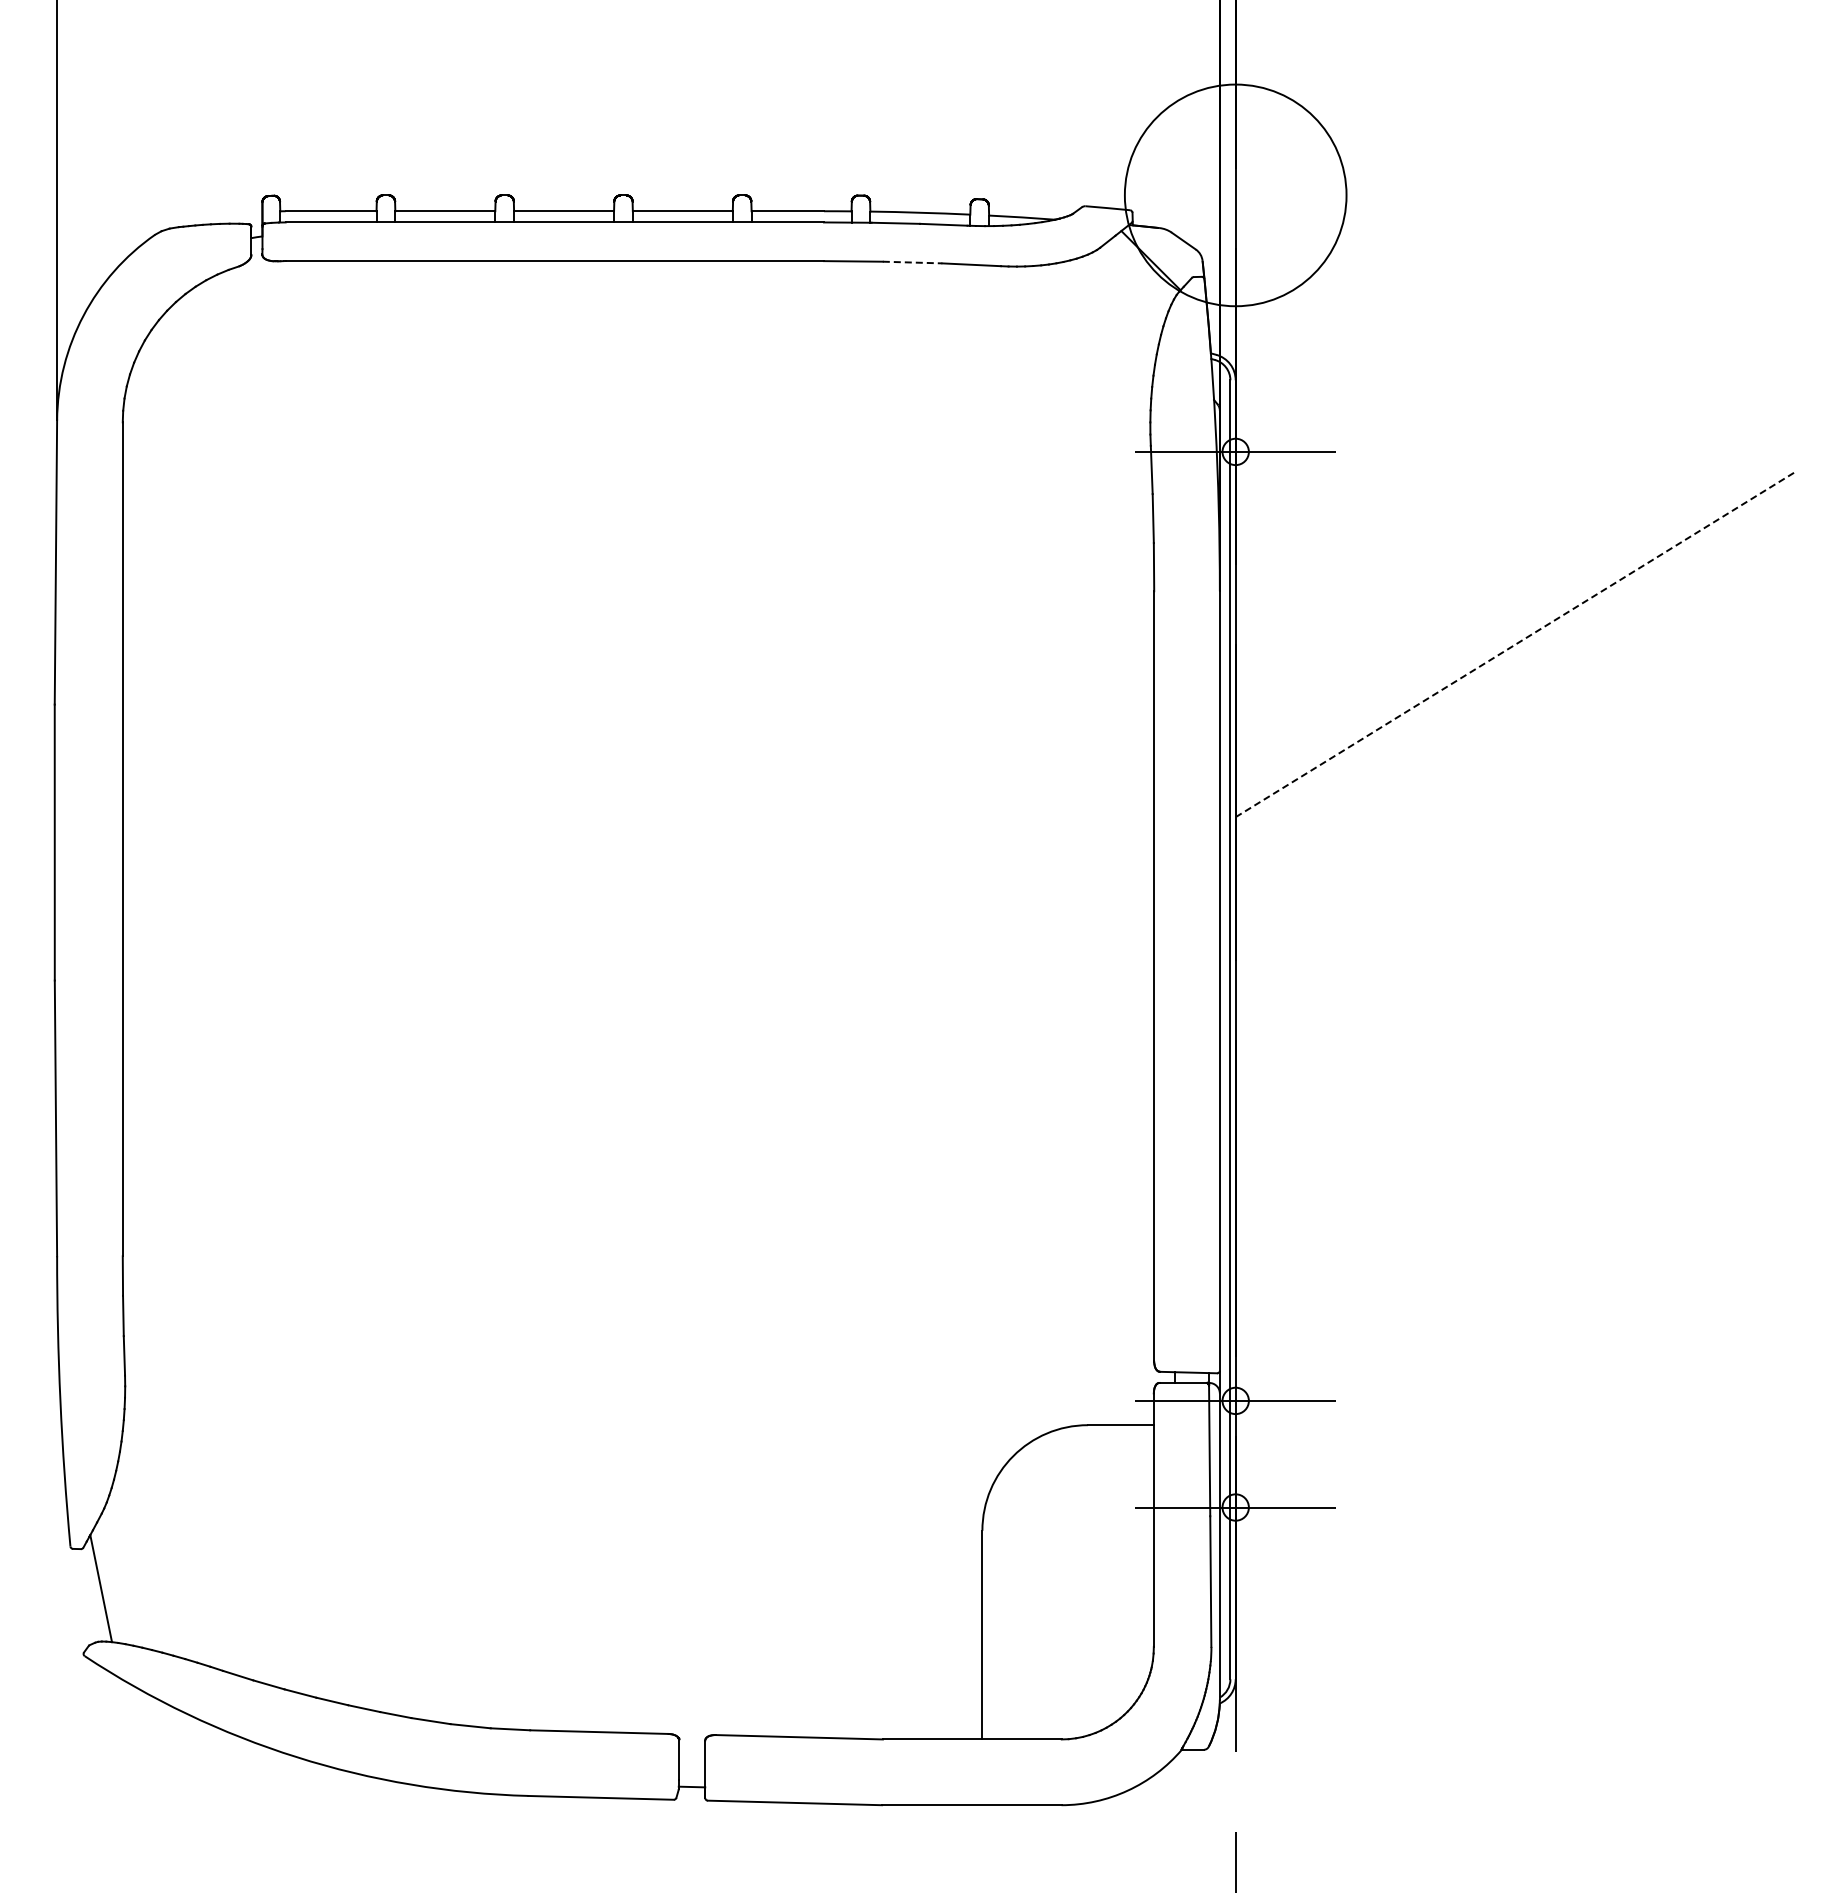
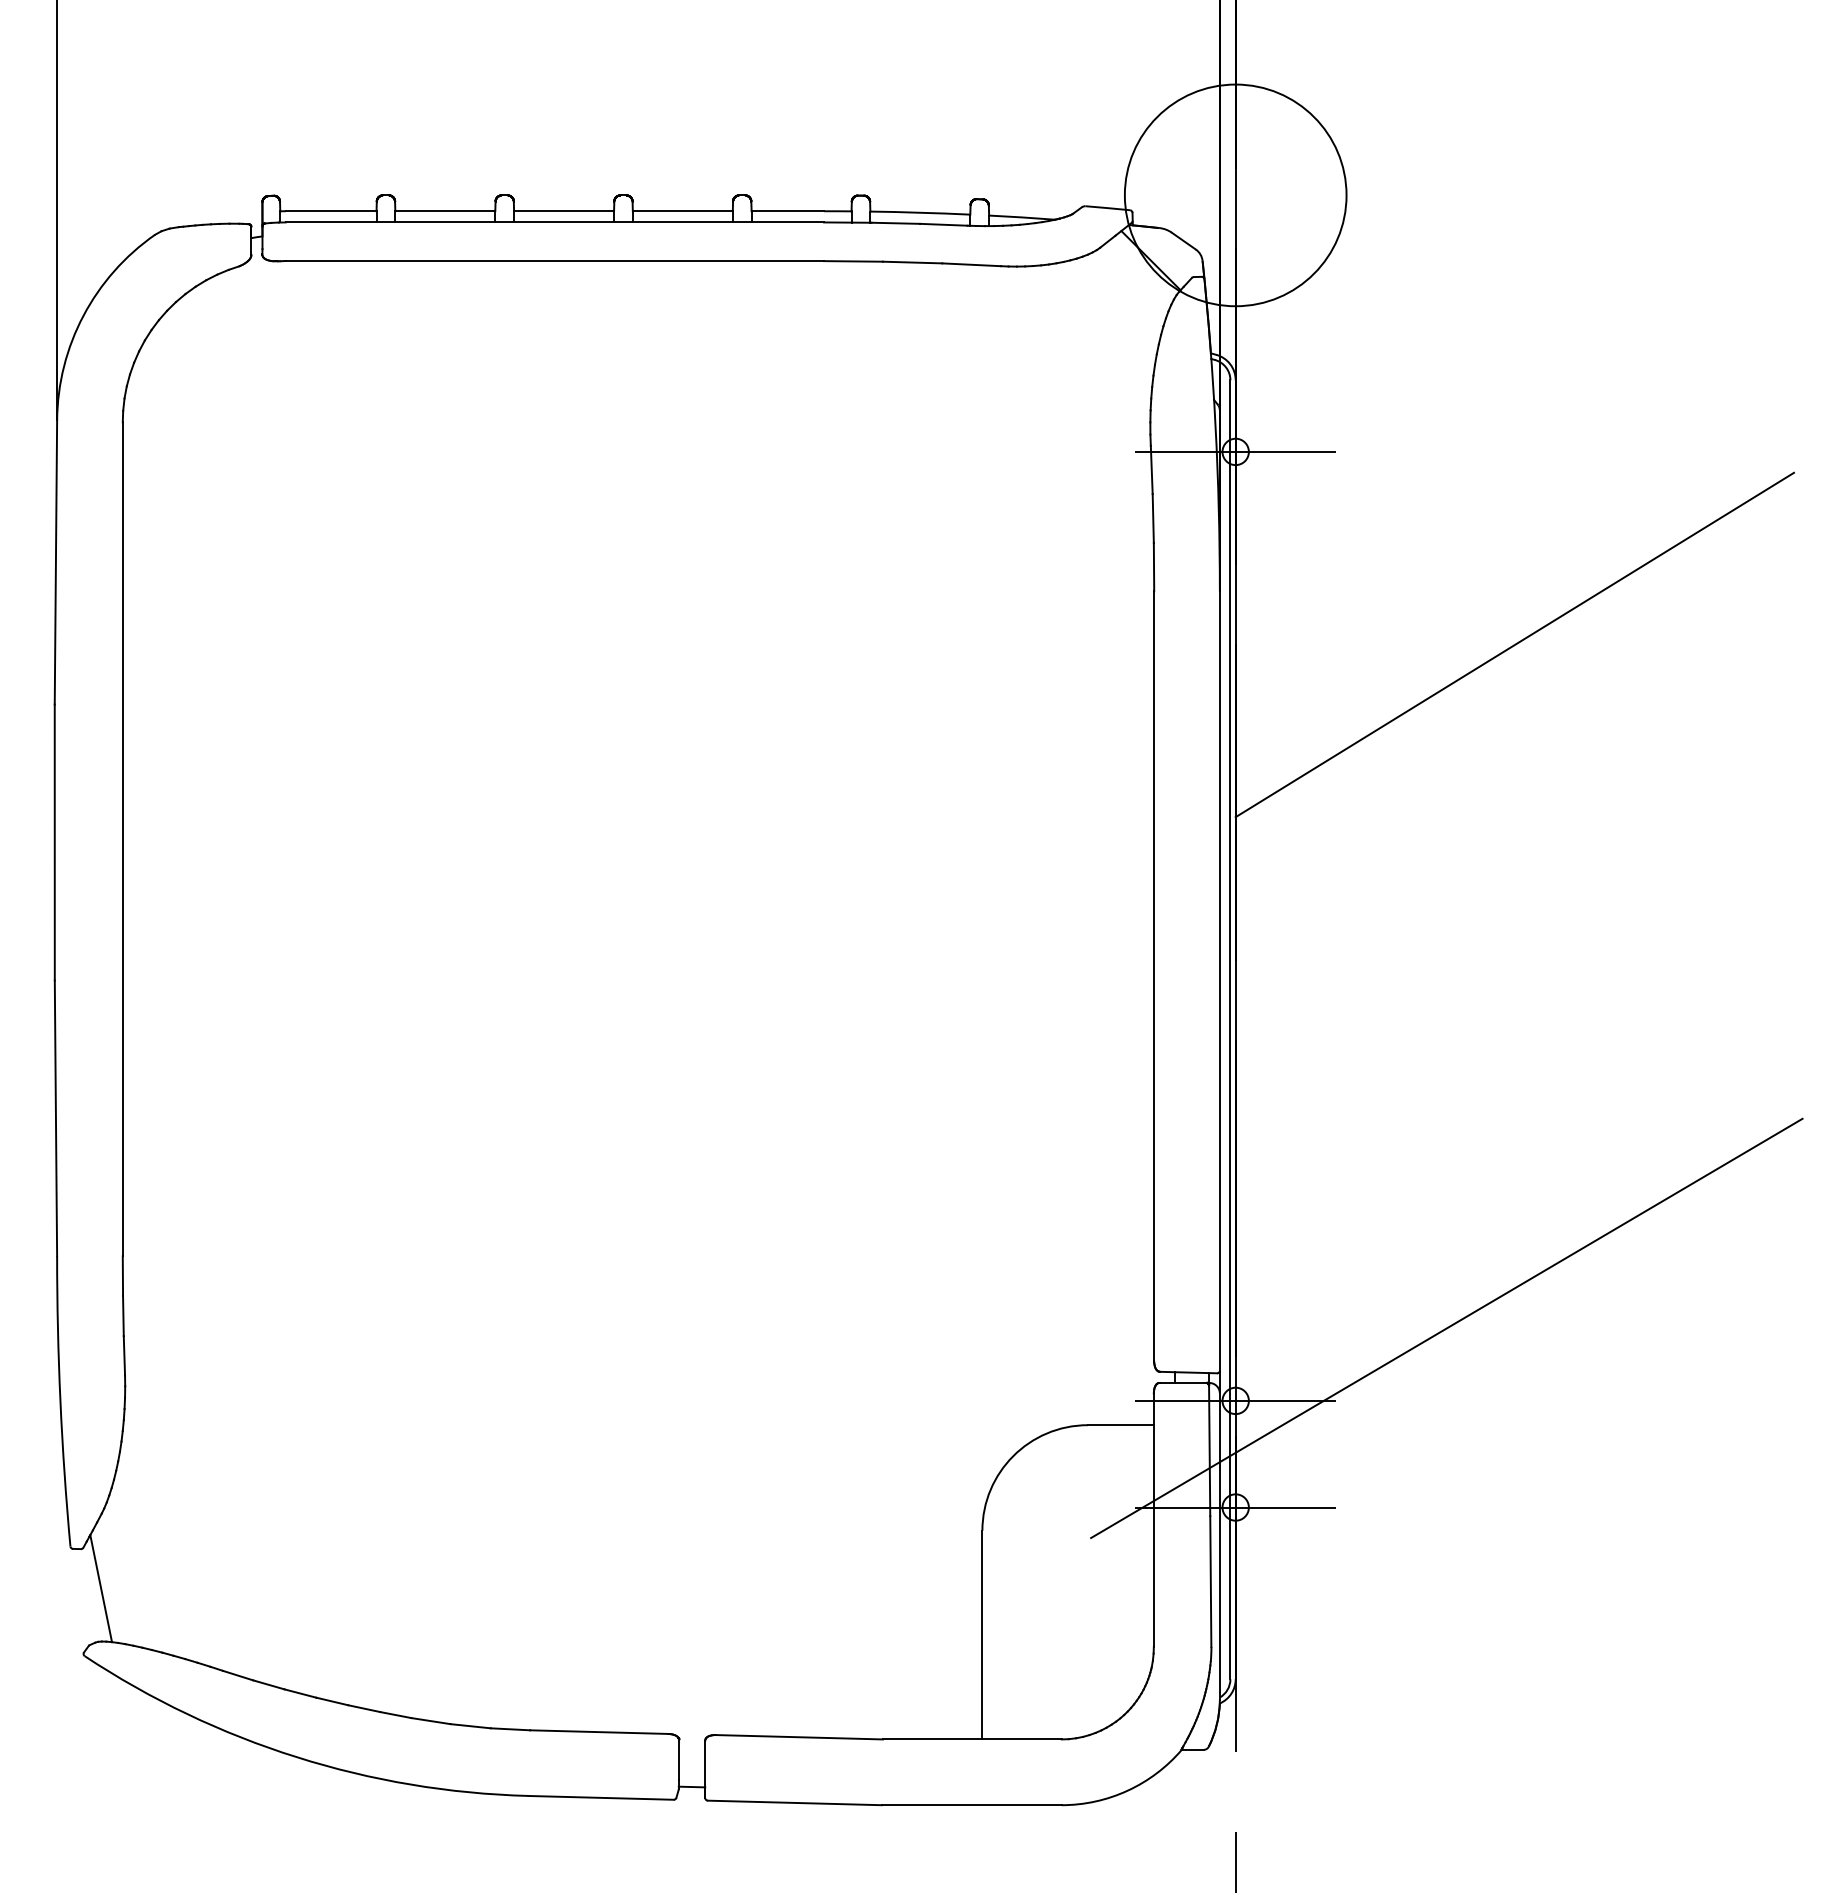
line at (912, 262): dashed -> solid
line at (1514, 645): dashed -> solid
line at (1446, 1328): none -> present
